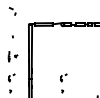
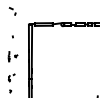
part at (63, 83): present -> none
